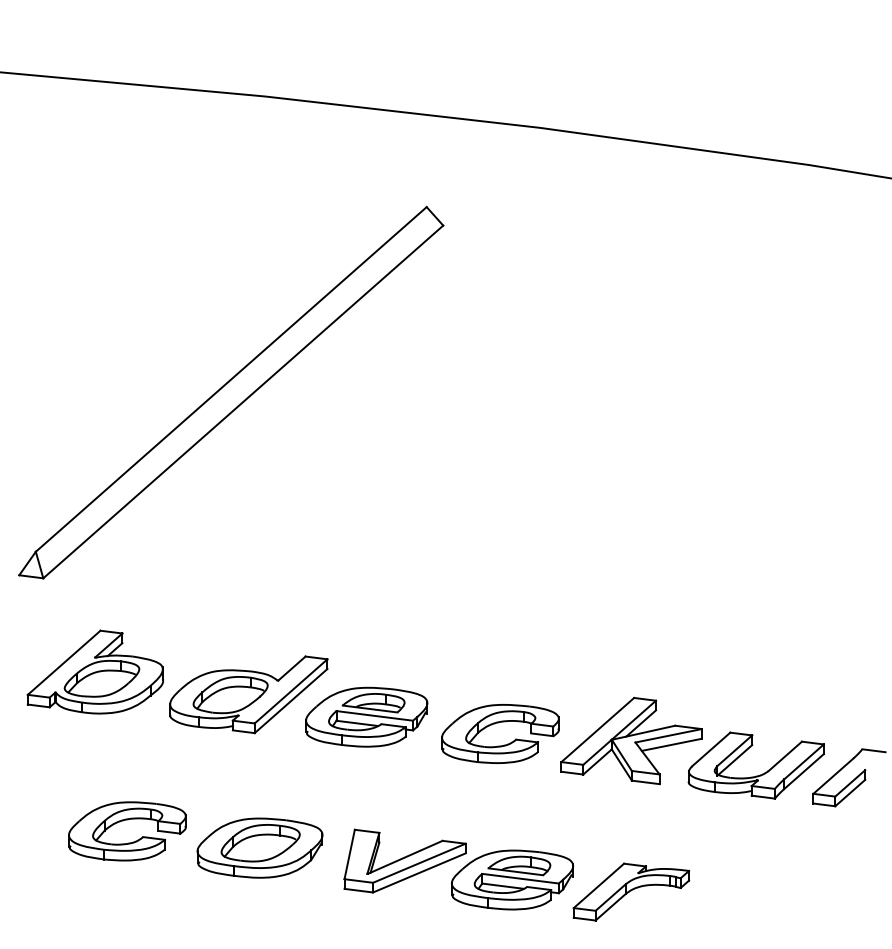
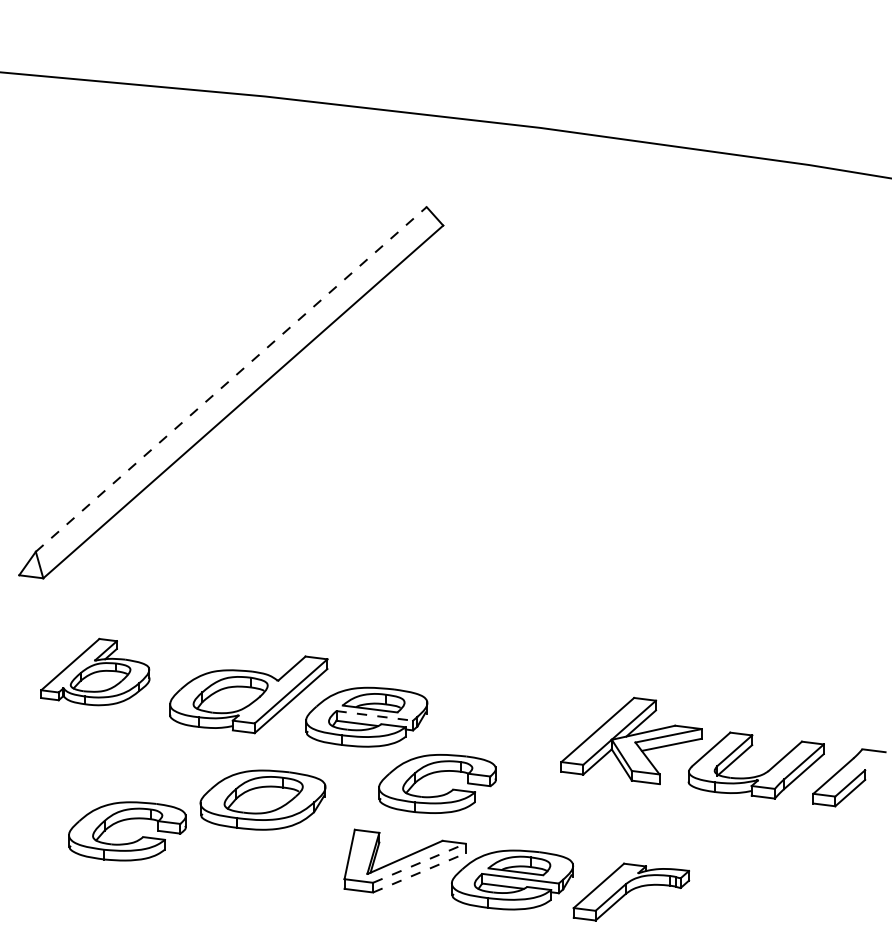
line at (231, 379): solid -> dashed
part at (94, 671) size: 138x86 px -> 111x70 px
line at (374, 715): solid -> dashed
part at (498, 723) position: (498, 723) -> (435, 773)
part at (259, 847) position: (259, 847) -> (262, 799)
line at (419, 863): solid -> dashed
line at (419, 872): solid -> dashed
